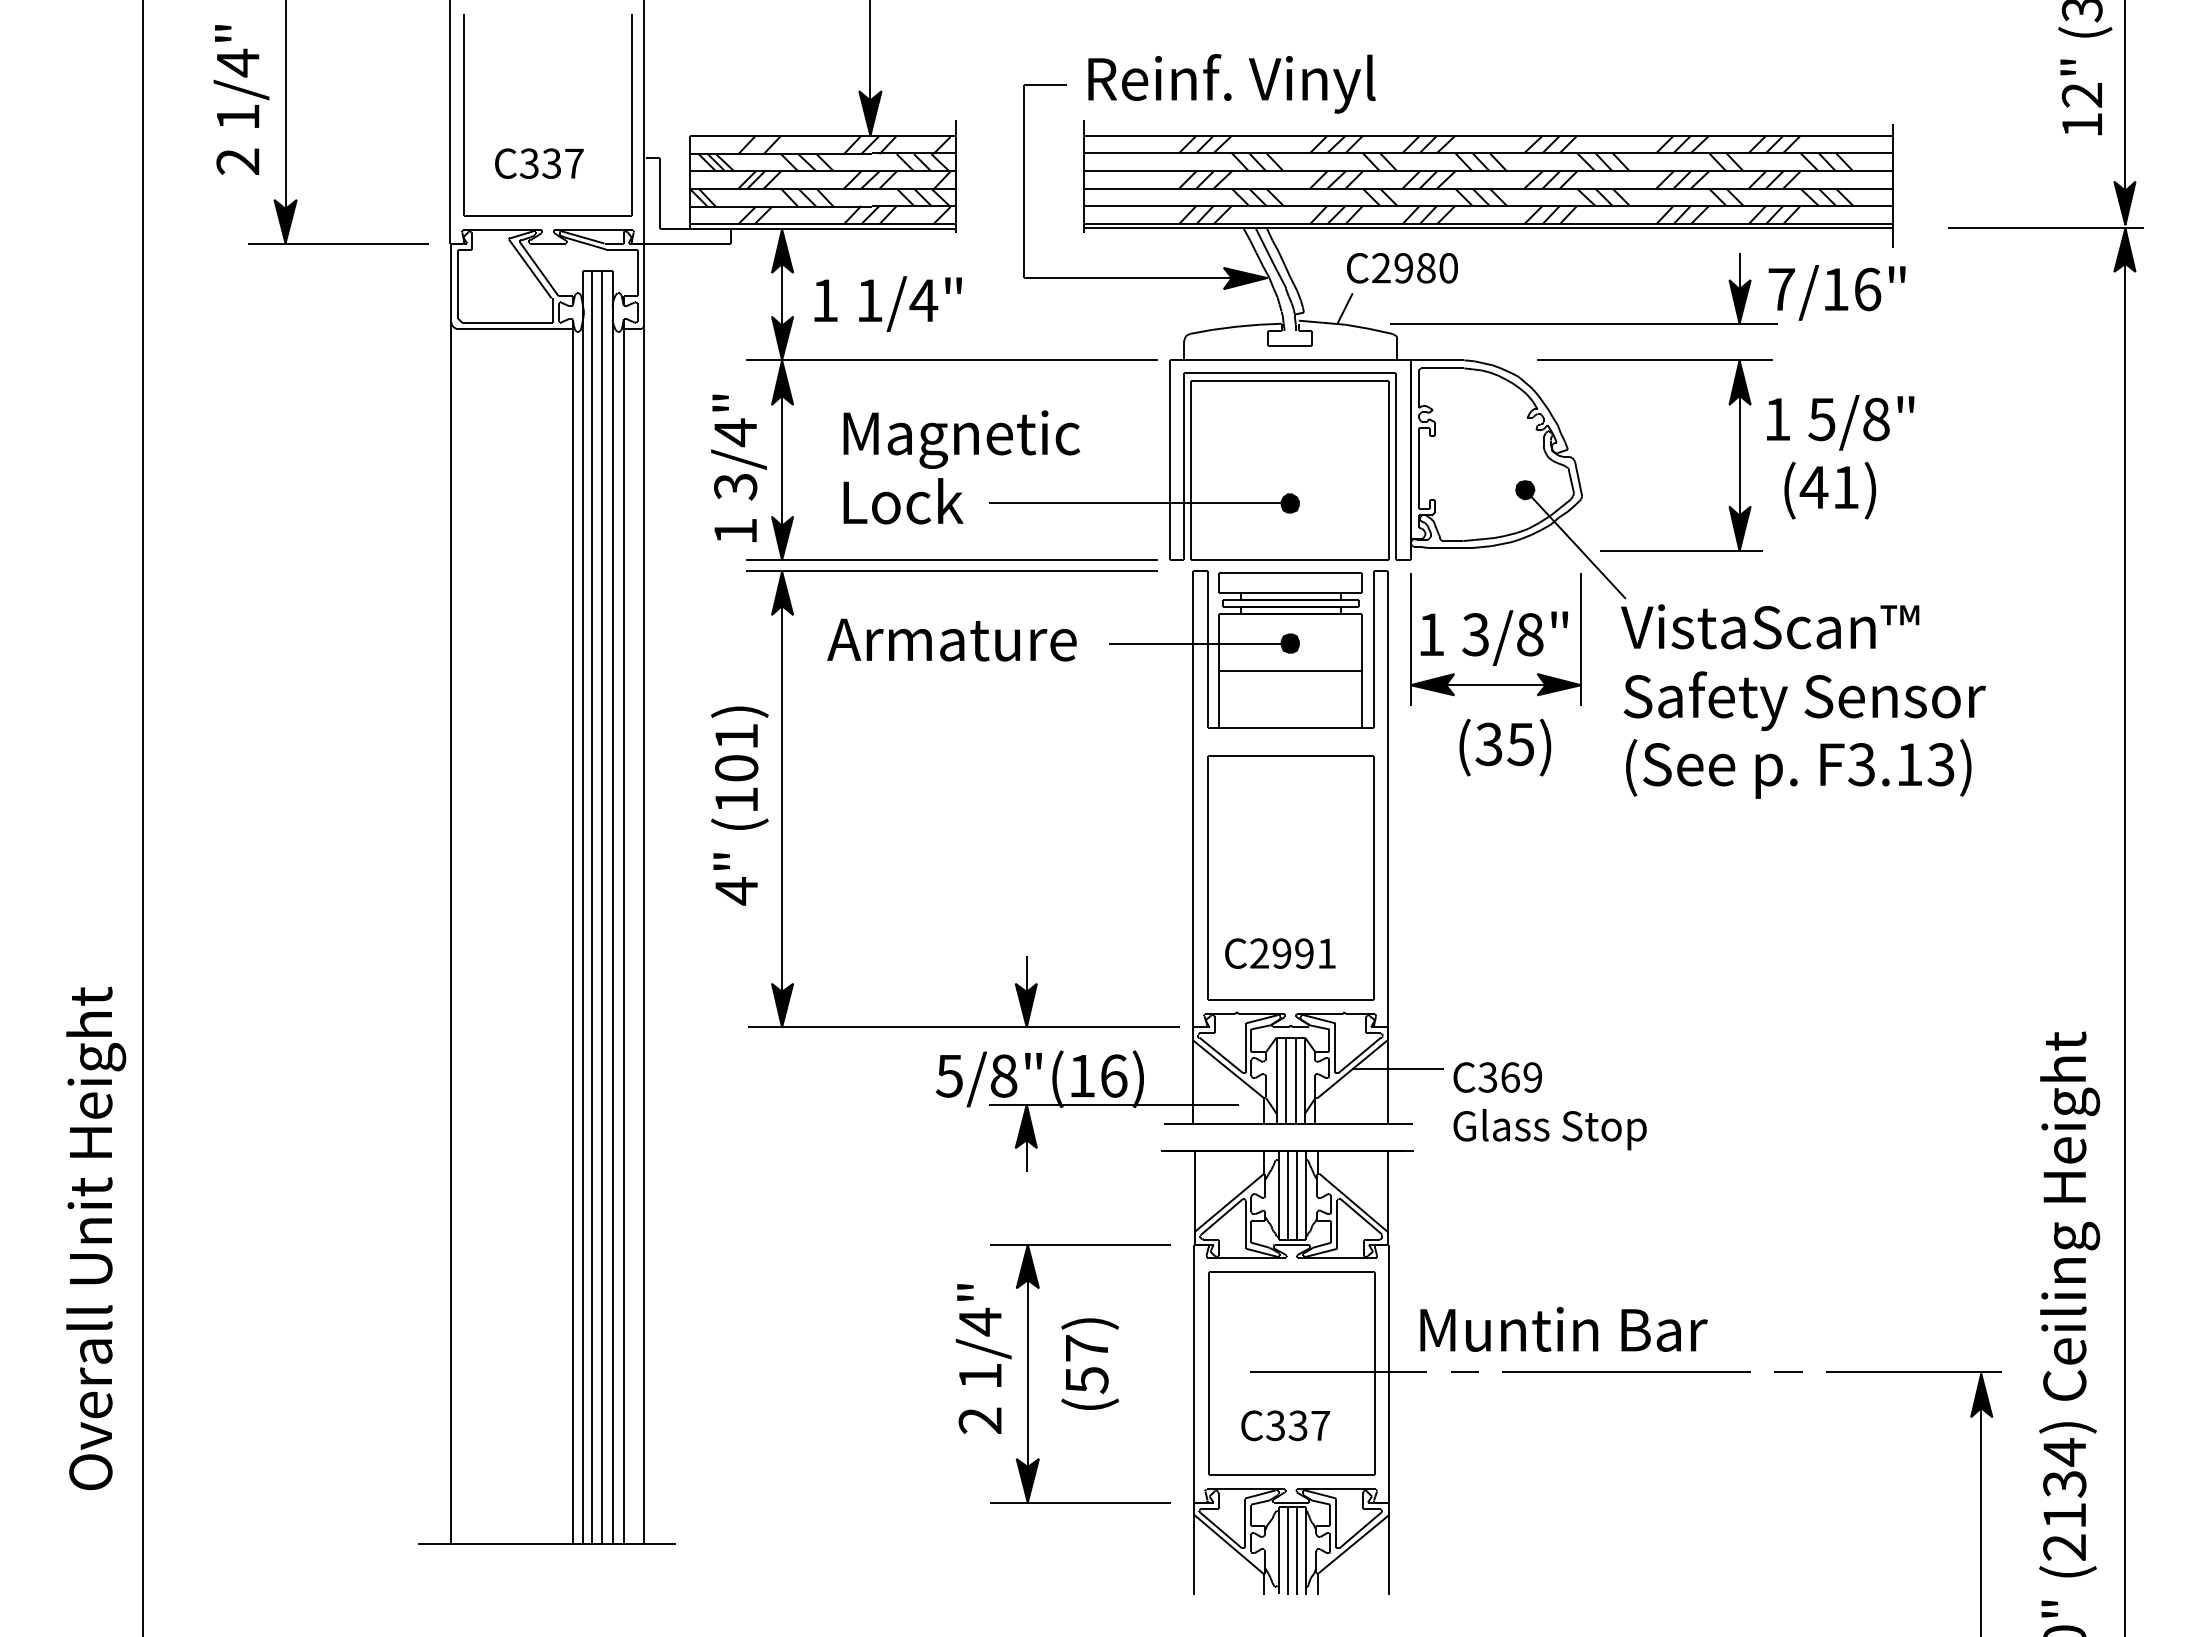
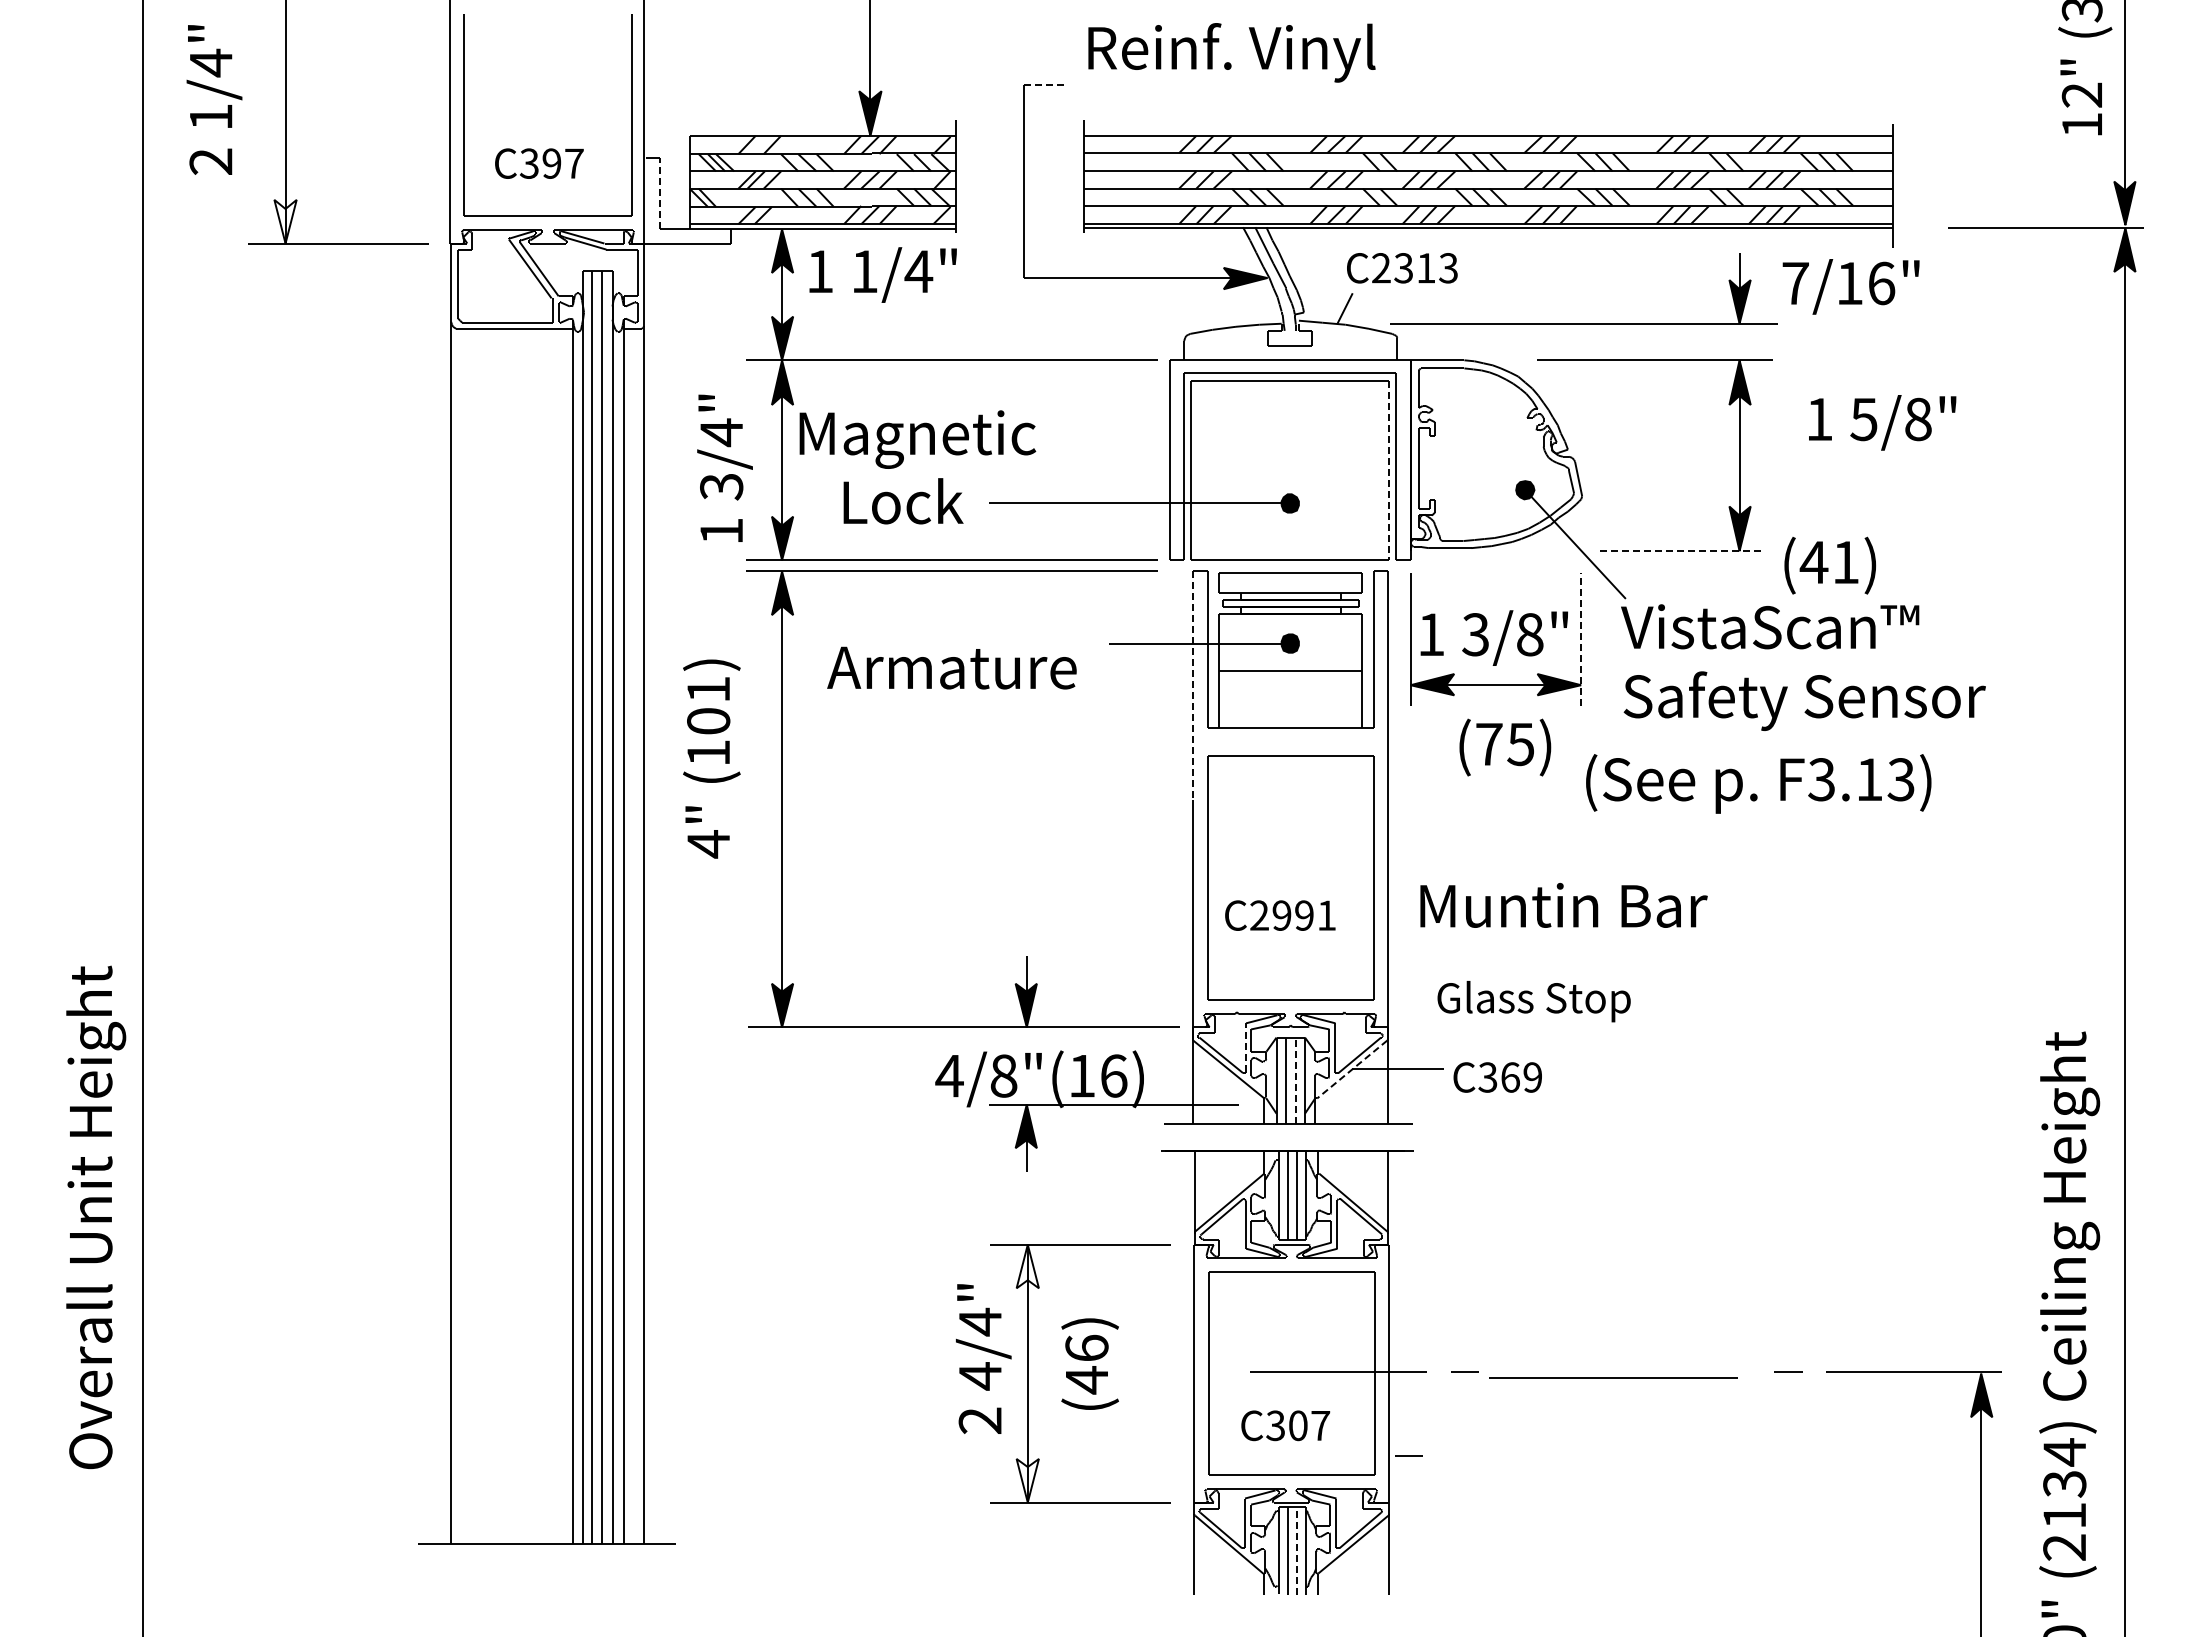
text at (1231, 83) position: (1231, 83) -> (1231, 52)
line at (1045, 85): solid -> dashed
text at (241, 99) position: (241, 99) -> (214, 99)
text at (551, 163): C337 -> C397
line at (660, 193): solid -> dashed
fill at (285, 221): present -> none
text at (1425, 268): C2980 -> C2313
text at (1836, 292) position: (1836, 292) -> (1850, 286)
text at (887, 303) position: (887, 303) -> (882, 274)
text at (1840, 422) position: (1840, 422) -> (1882, 422)
text at (961, 439) position: (961, 439) -> (917, 439)
text at (738, 467) position: (738, 467) -> (724, 467)
line at (1389, 470): solid -> dashed
text at (1829, 490) position: (1829, 490) -> (1829, 565)
line at (1682, 551): solid -> dashed
text at (951, 639) position: (951, 639) -> (951, 667)
line at (1581, 639): solid -> dashed
line at (1193, 686): solid -> dashed
text at (1488, 744): (35) -> (75)
text at (1798, 768) position: (1798, 768) -> (1758, 783)
text at (739, 805) position: (739, 805) -> (711, 758)
text at (1280, 953) position: (1280, 953) -> (1280, 915)
line at (1246, 1047): solid -> dashed
line at (1351, 1069): solid -> dashed
text at (949, 1076): 5/8"(16) -> 4/8"(16)
line at (1295, 1080): solid -> dashed
text at (1549, 1129) position: (1549, 1129) -> (1533, 1001)
text at (96, 1238) position: (96, 1238) -> (96, 1217)
fill at (1027, 1266): present -> none
text at (1563, 1329) position: (1563, 1329) -> (1563, 905)
text at (1086, 1364): (57) -> (46)
line at (1626, 1371) position: (1626, 1371) -> (1613, 1377)
text at (980, 1376): 1/4" -> 4/4"
text at (1297, 1425): C337 -> C307
line at (1408, 1455): none -> present
fill at (1027, 1480): present -> none
line at (1296, 1550): solid -> dashed
